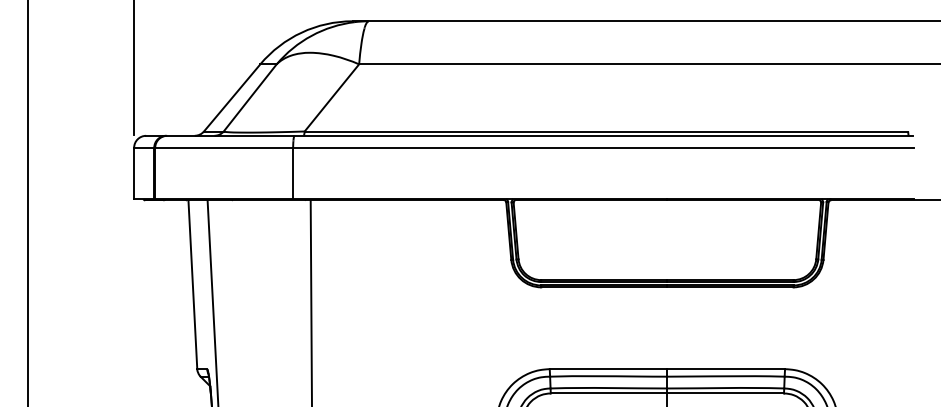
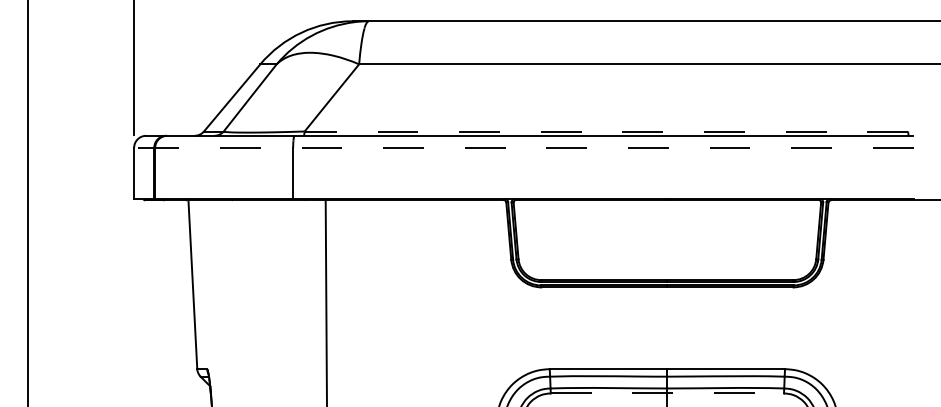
line at (606, 131): solid -> dashed
line at (523, 147): solid -> dashed
line at (212, 301): present -> none
line at (310, 301) position: (310, 301) -> (325, 301)
line at (667, 393): solid -> dashed
